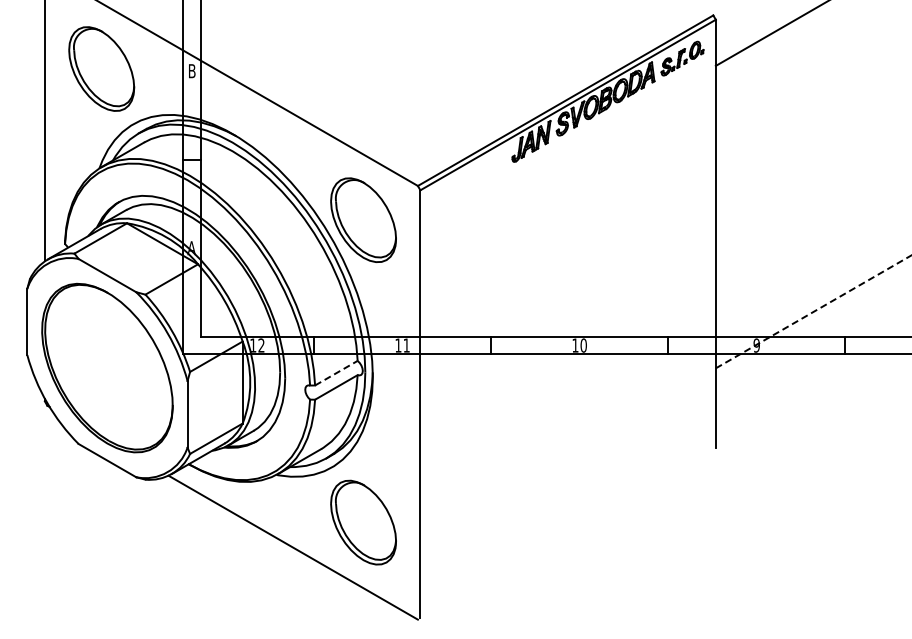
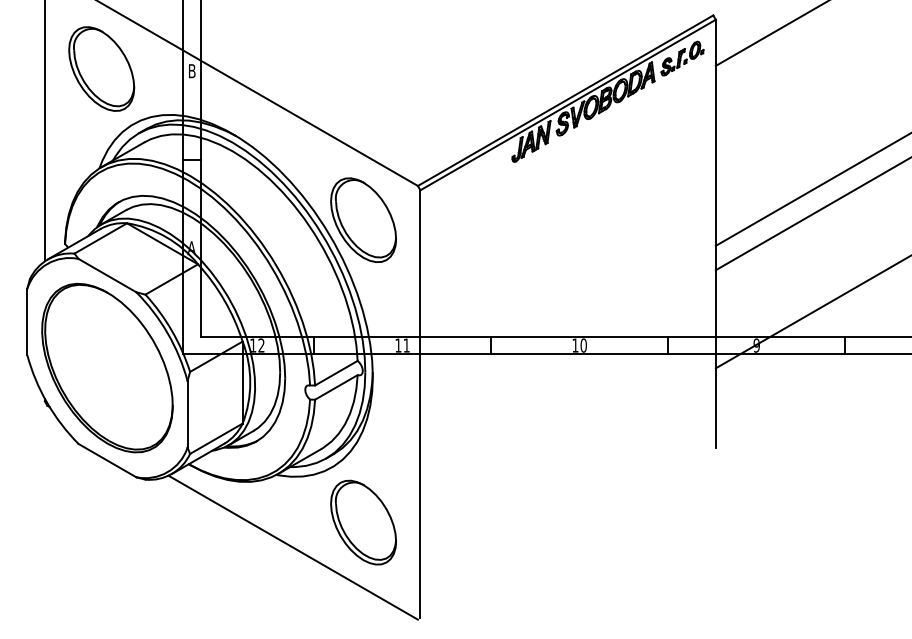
line at (811, 189): none -> present
line at (811, 214): none -> present
line at (813, 311): dashed -> solid
line at (336, 373): dashed -> solid
